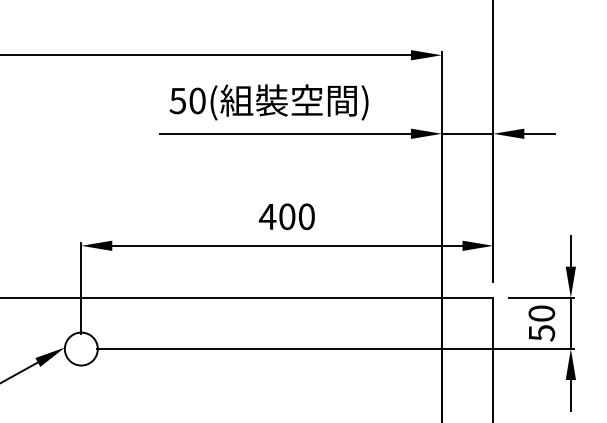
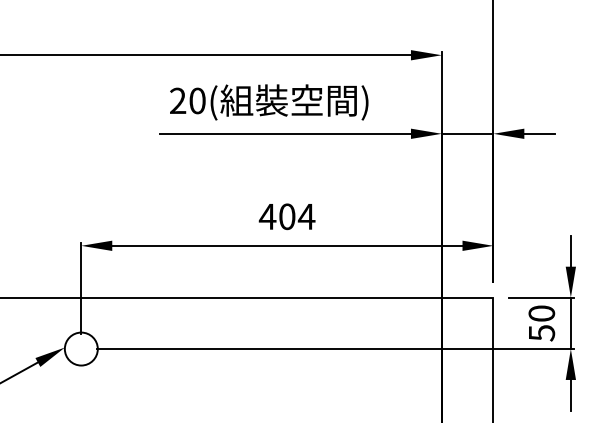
text at (177, 100): 50( -> 20(
text at (306, 216): 400 -> 404
